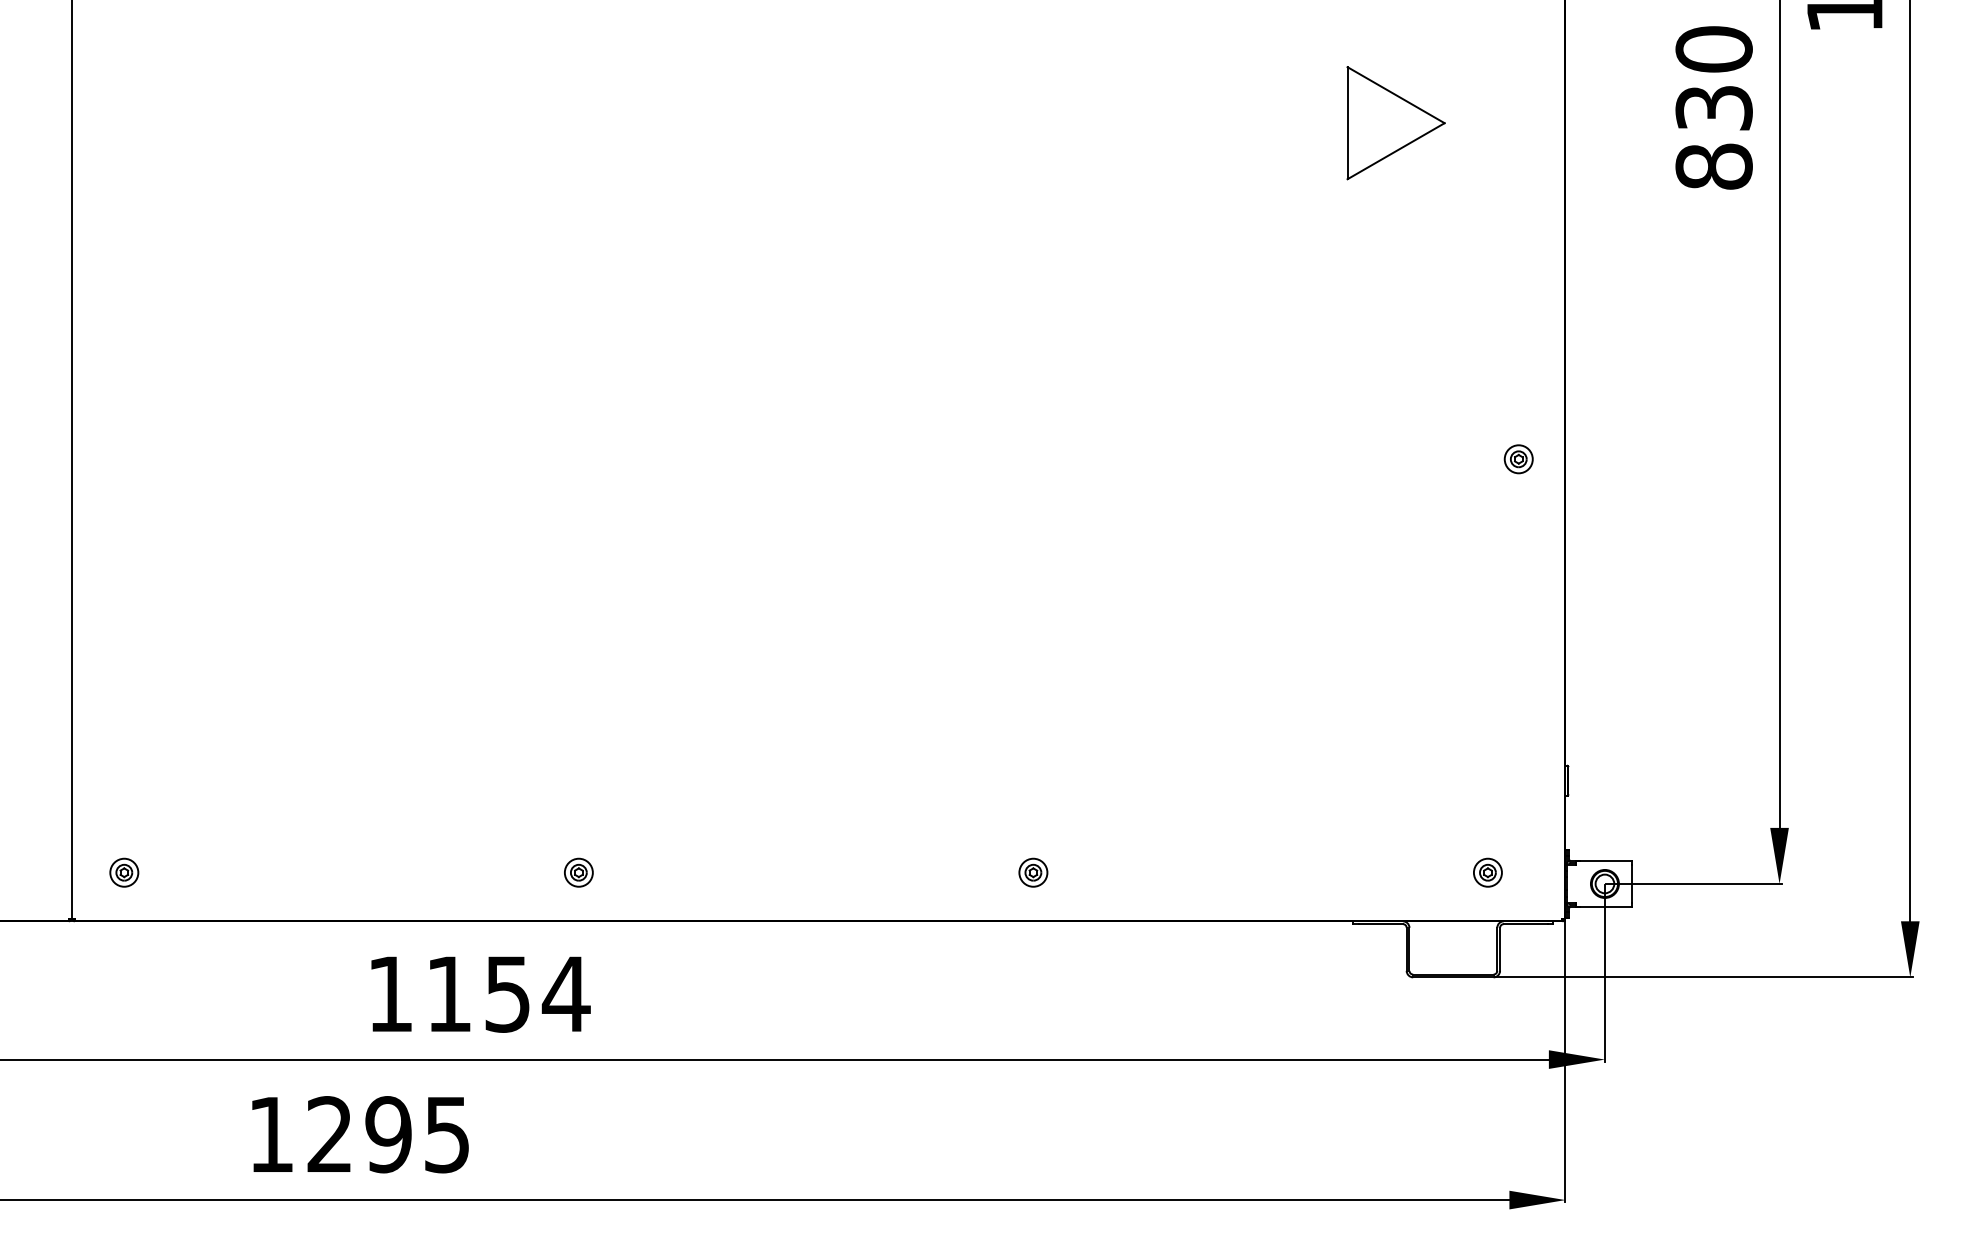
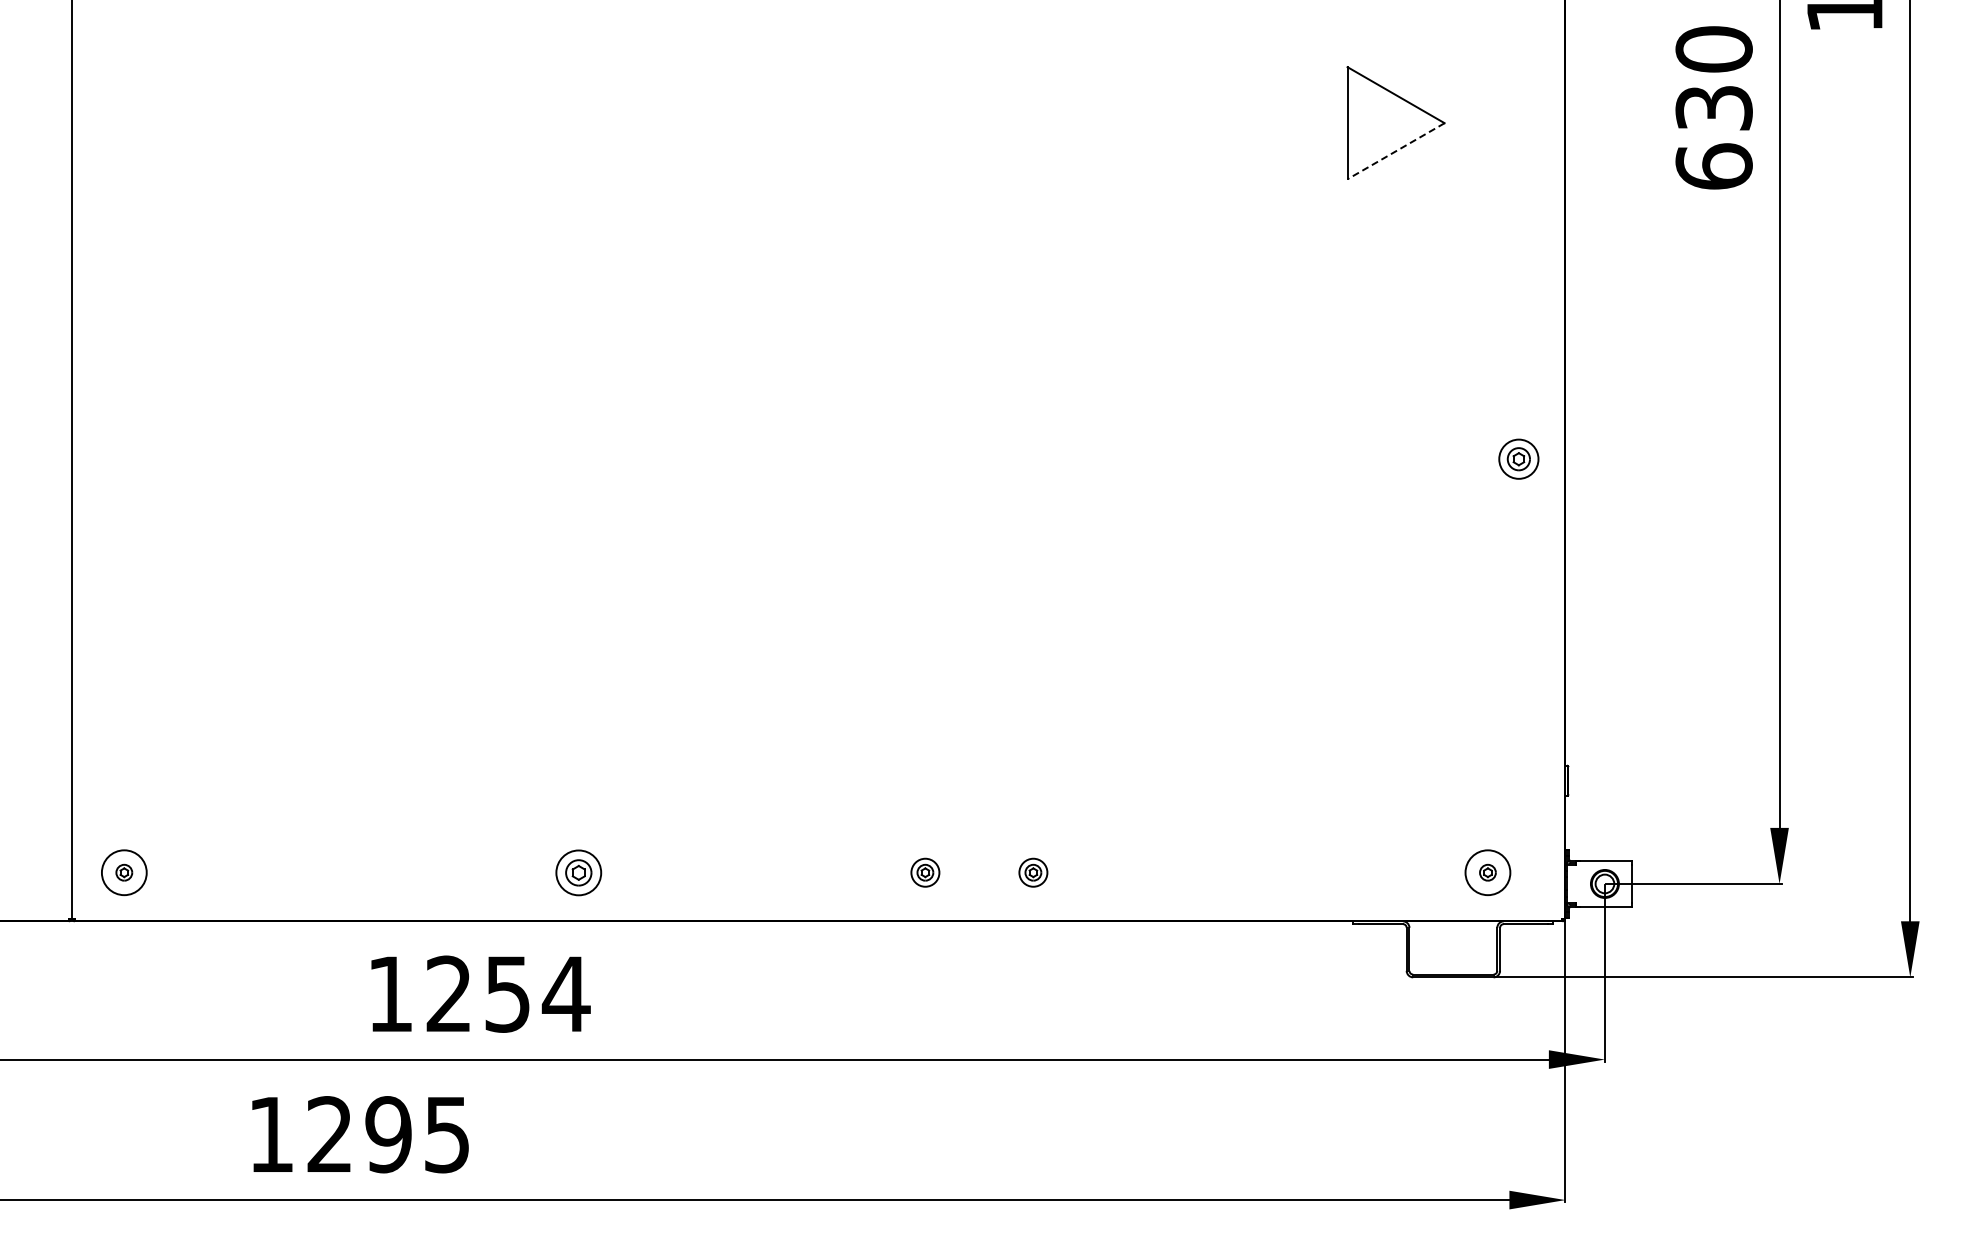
line at (1395, 151): solid -> dashed
text at (1713, 166): 830 -> 630
part at (1518, 459) size: 31x31 px -> 42x42 px
circle at (124, 872) diameter: 28 px -> 45 px
part at (578, 872) size: 30x31 px -> 48x48 px
part at (925, 872): none -> present
circle at (1487, 872) diameter: 28 px -> 45 px
text at (448, 993): 1154 -> 1254
